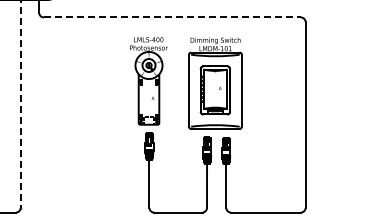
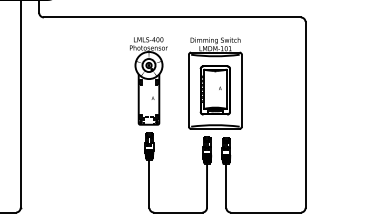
line at (172, 17): dashed -> solid
line at (20, 104): dashed -> solid
